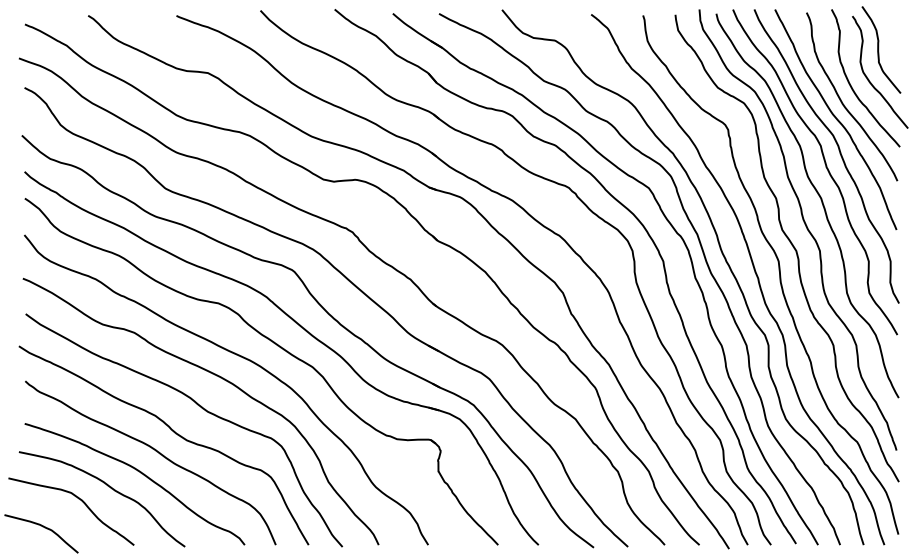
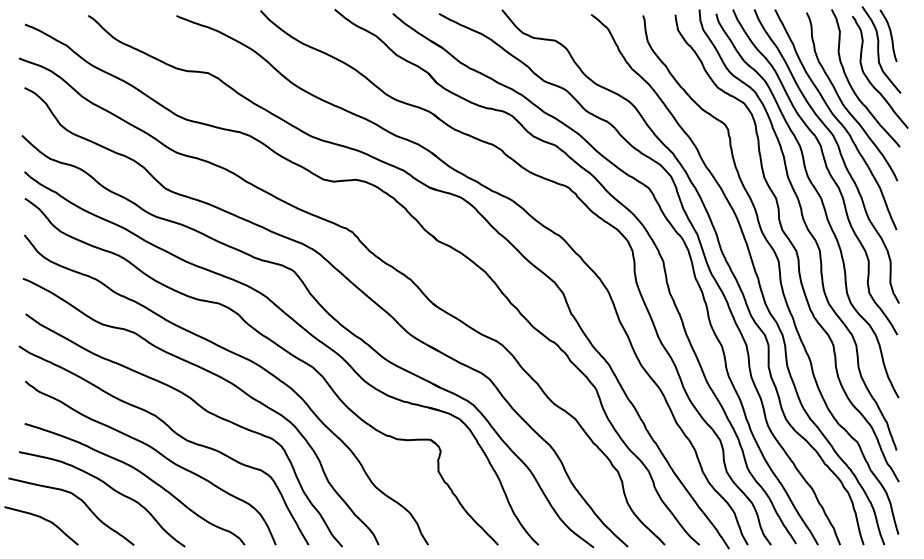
curve at (890, 35): none -> present
curve at (44, 528) position: (44, 528) -> (44, 520)
